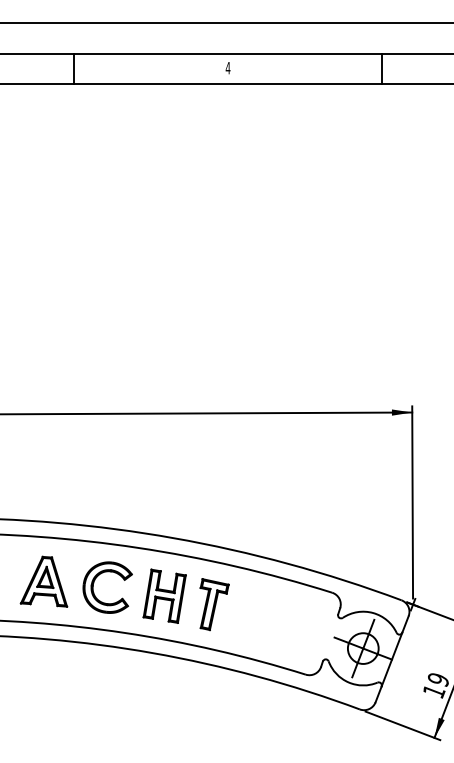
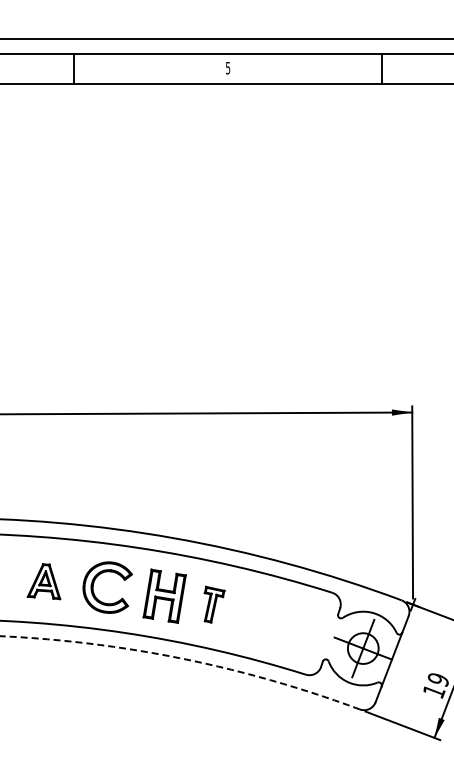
line at (226, 22) position: (226, 22) -> (226, 38)
text at (227, 68): 4 -> 5
part at (43, 581) size: 50x53 px -> 36x38 px
part at (214, 604) size: 31x54 px -> 23x39 px
arc at (182, 658): solid -> dashed
